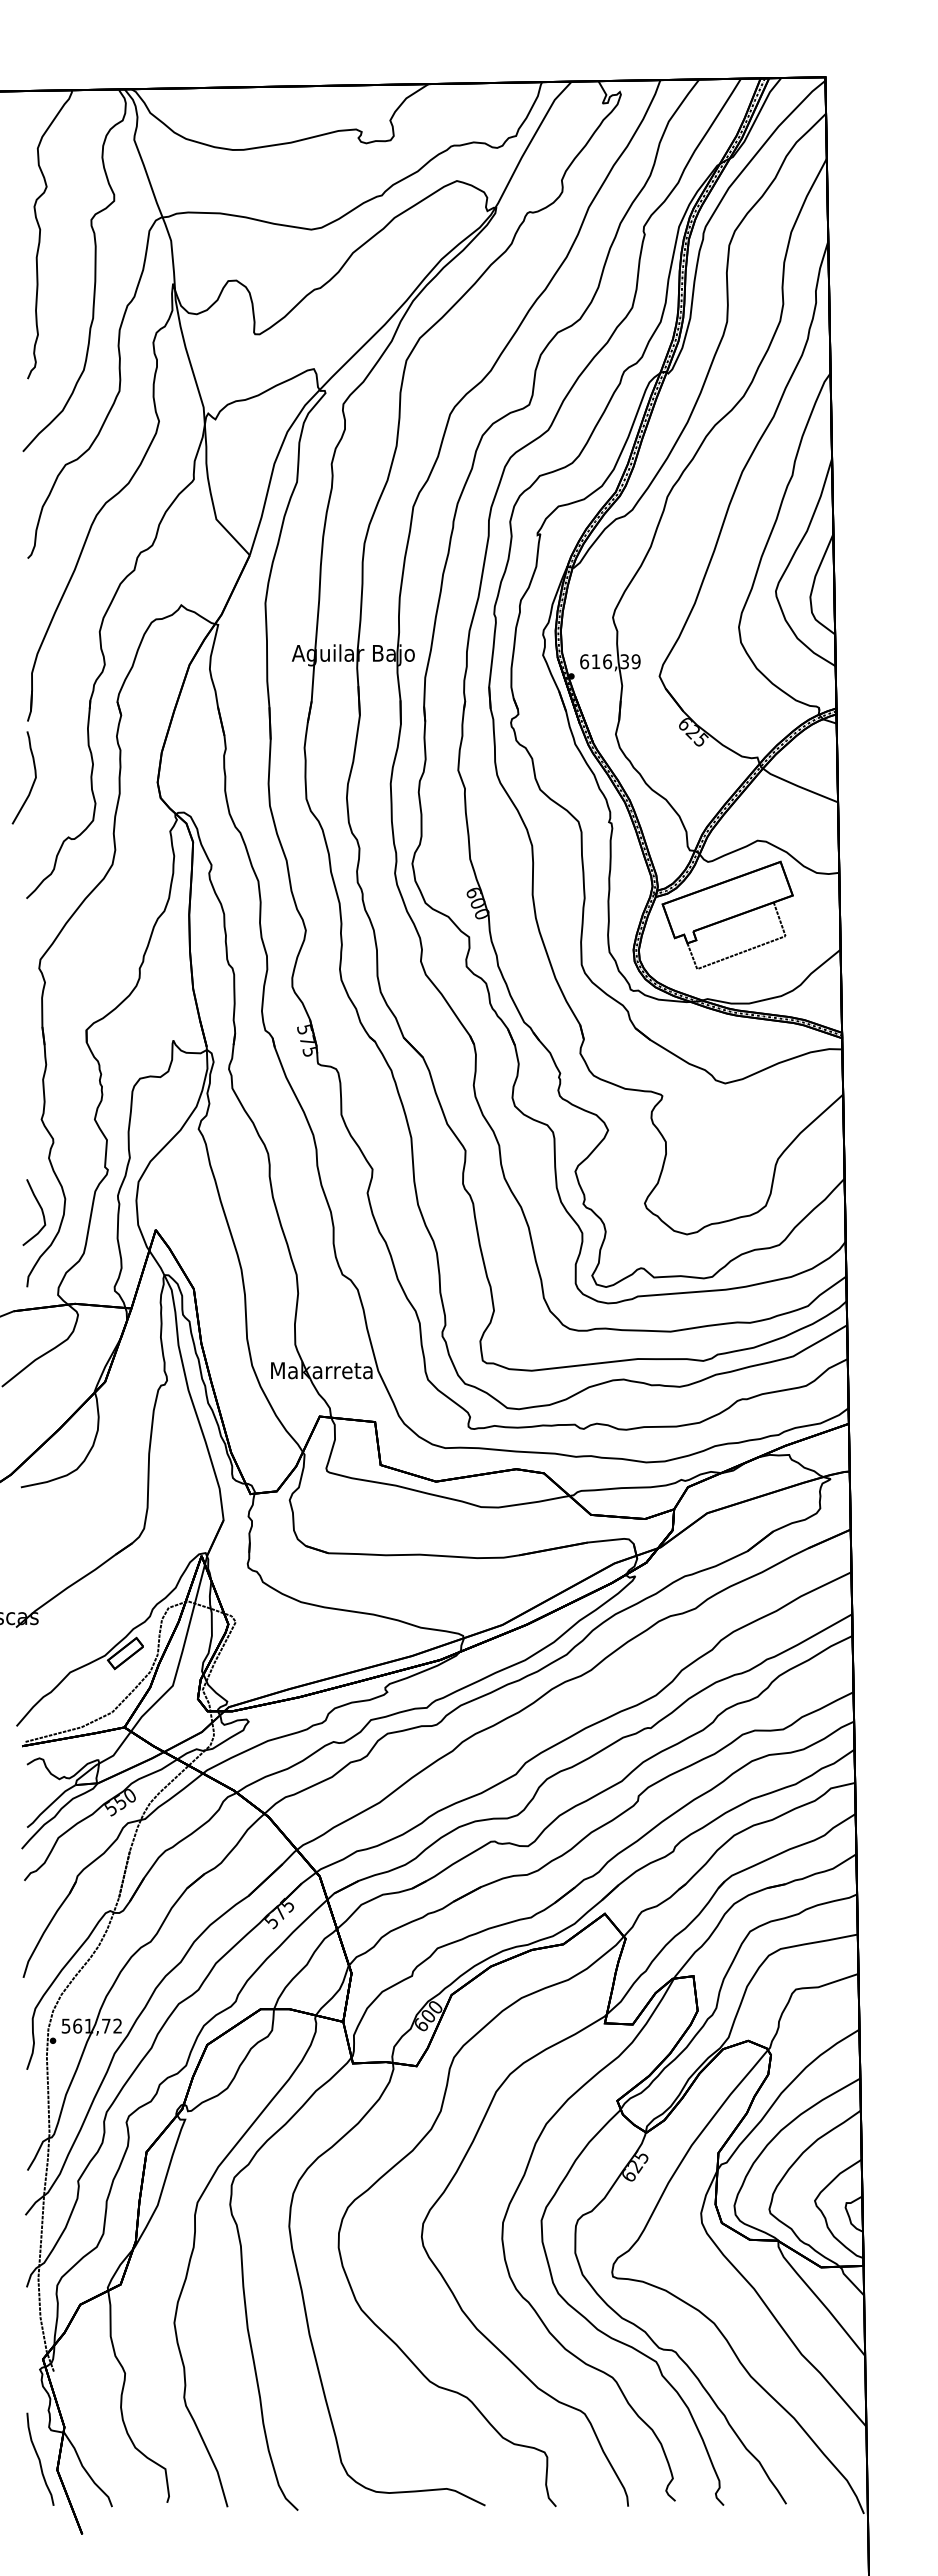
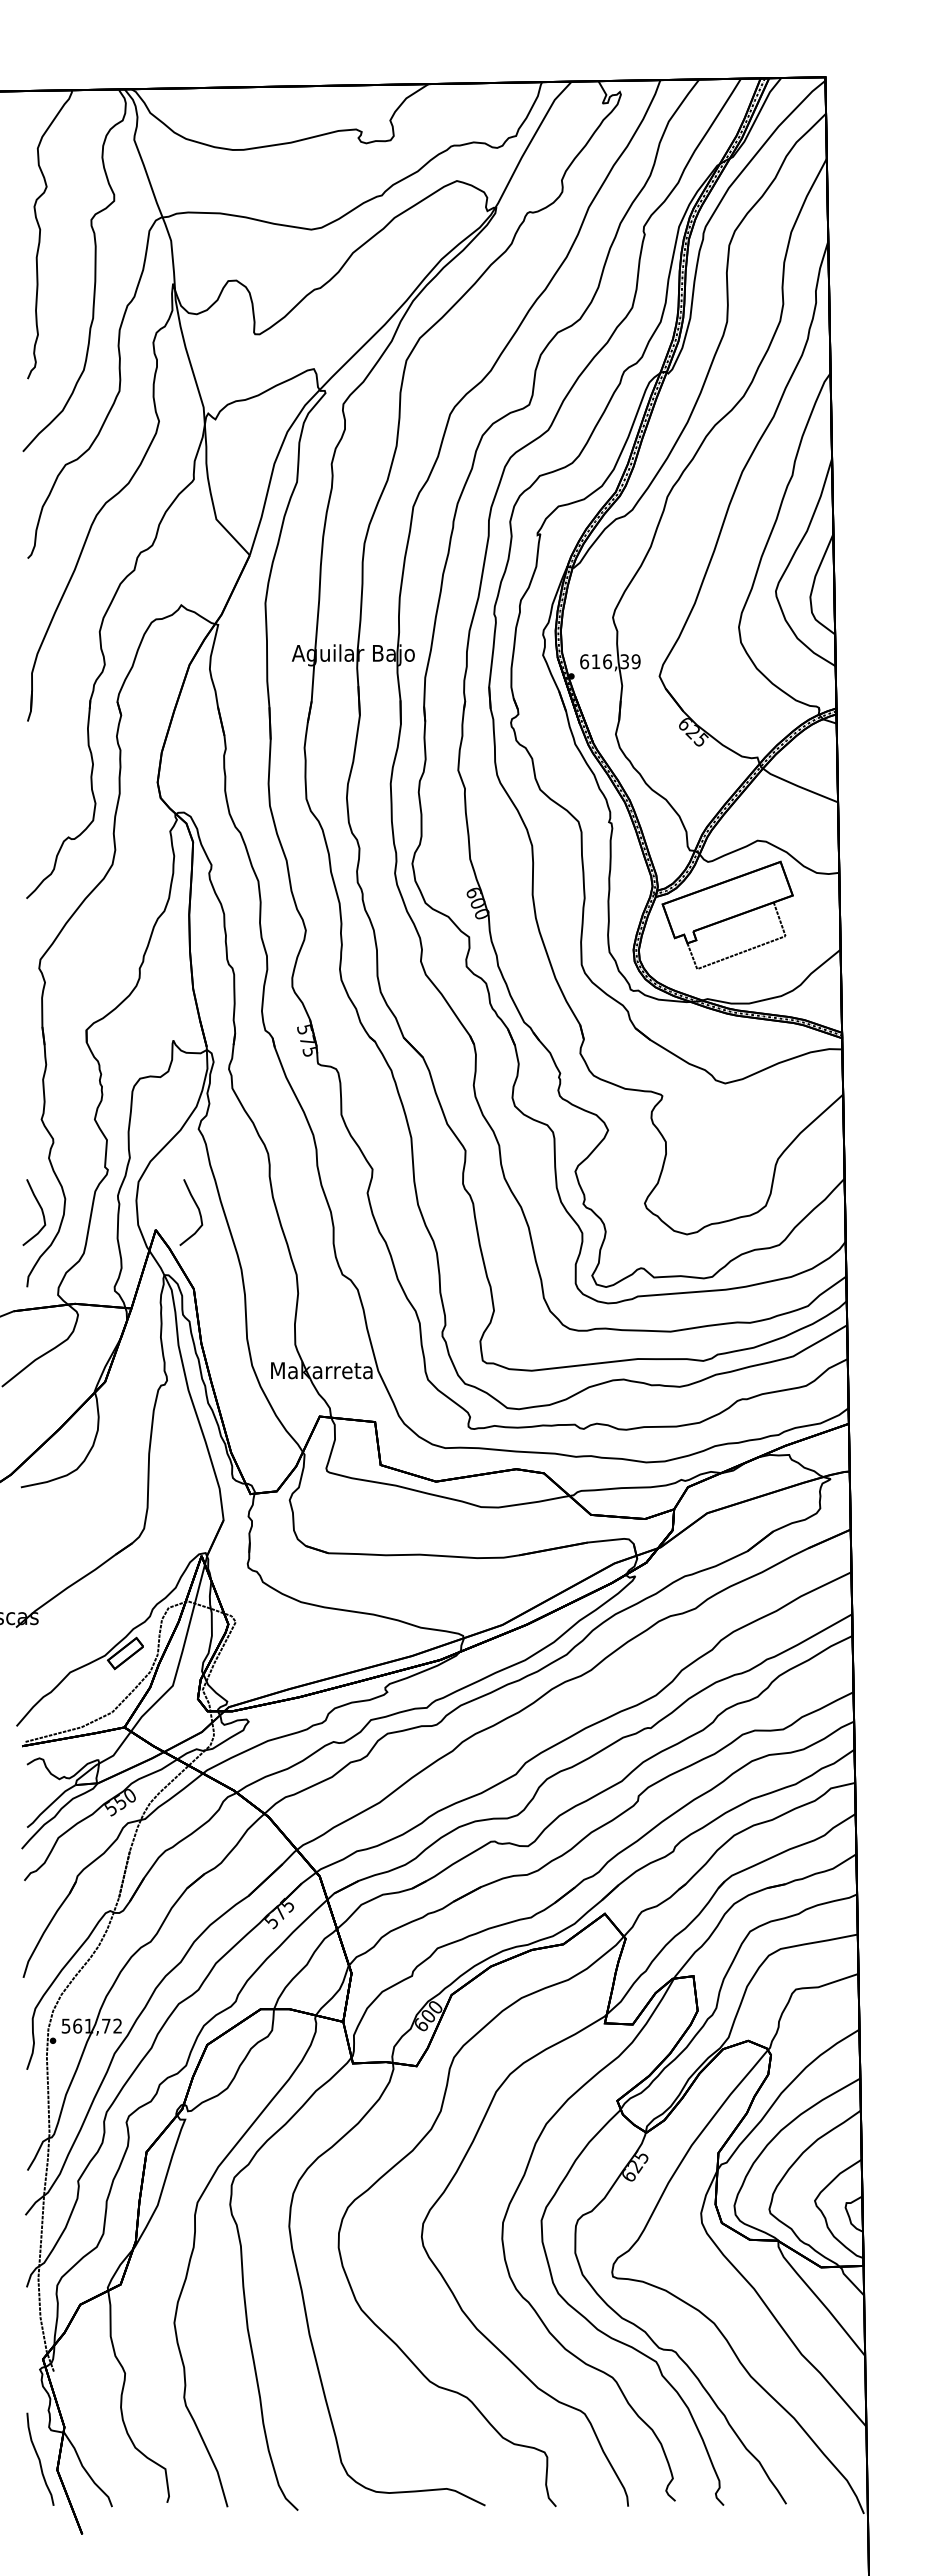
curve at (33, 780): present -> none
curve at (198, 1212): none -> present
